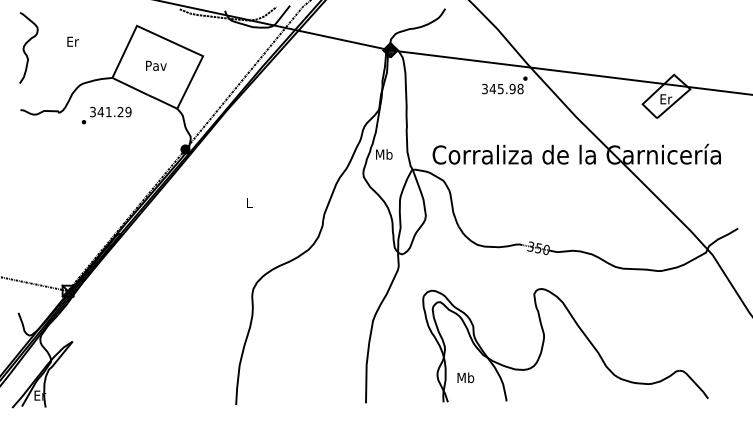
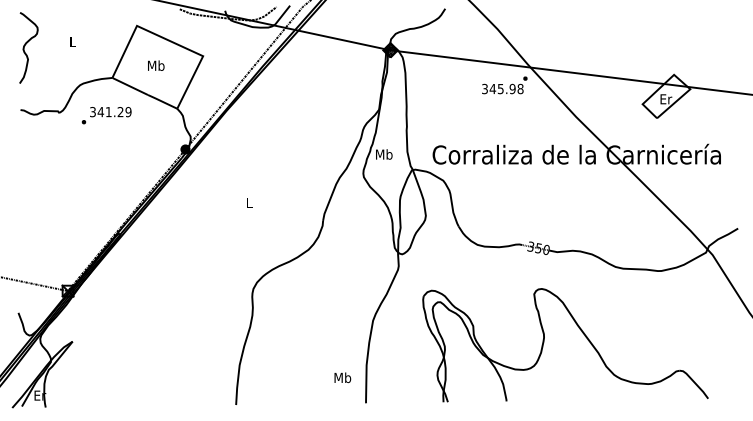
text at (72, 41): Er -> L
text at (156, 65): Pav -> Mb
text at (465, 377) position: (465, 377) -> (342, 377)
